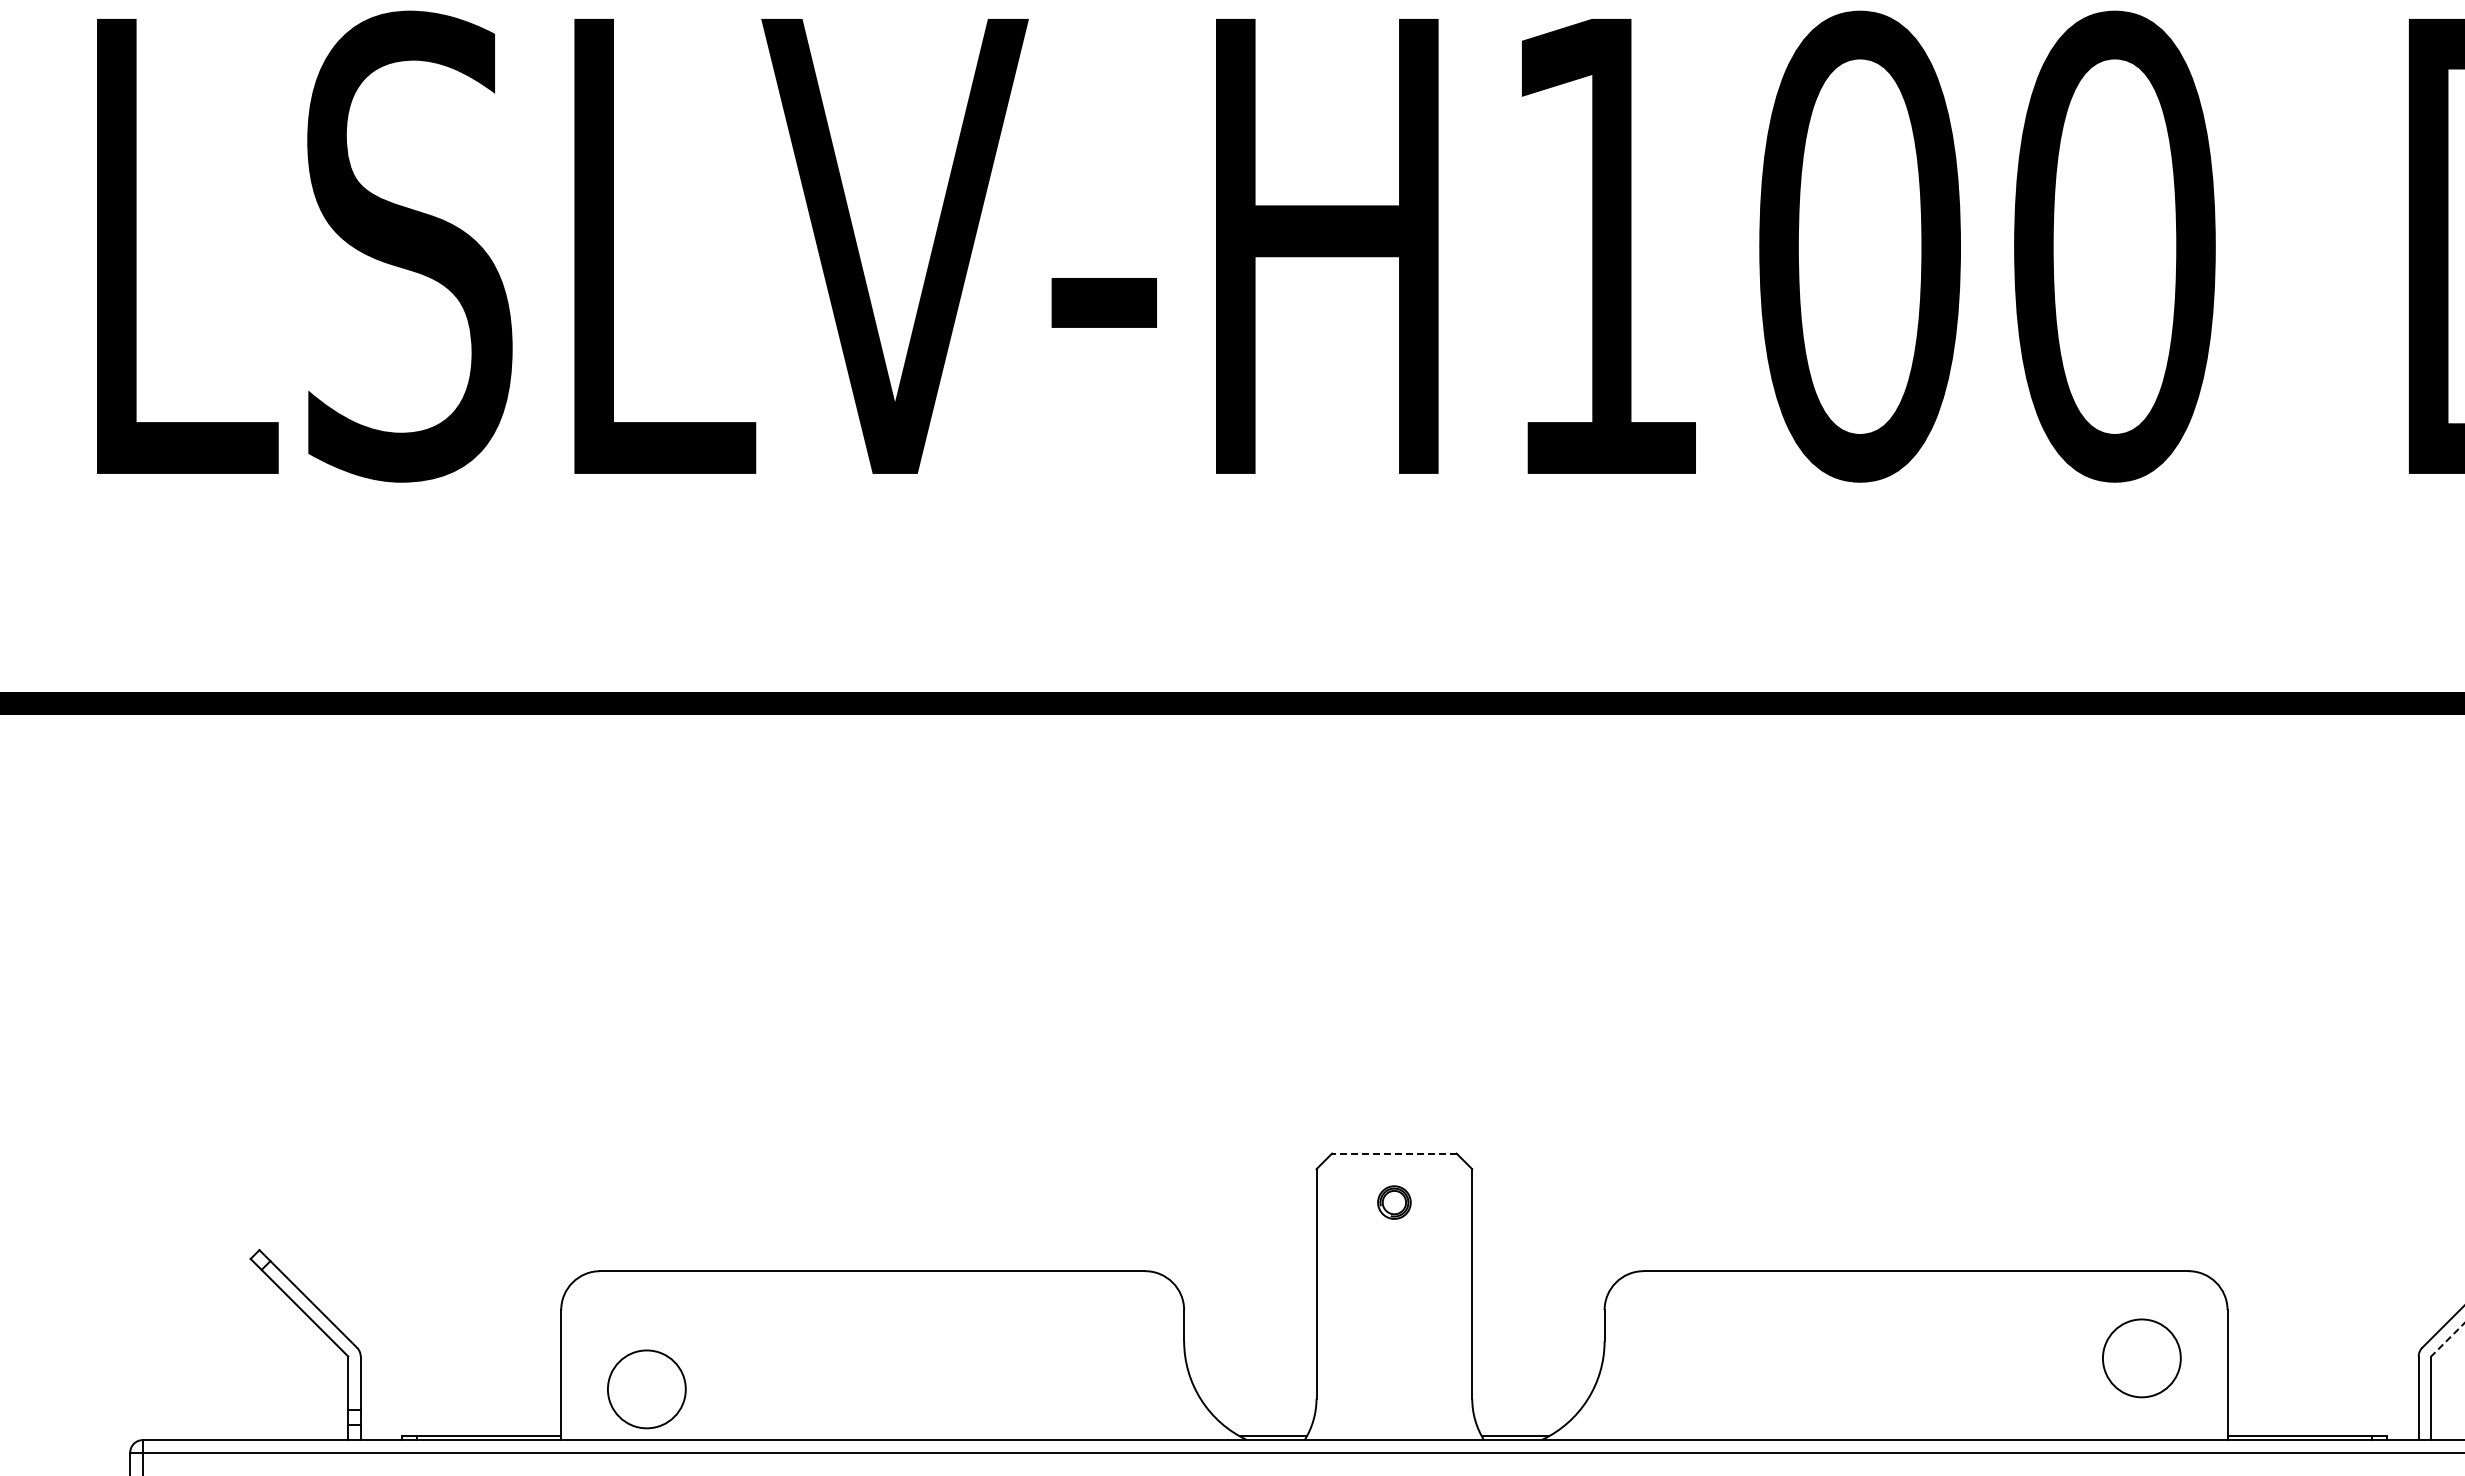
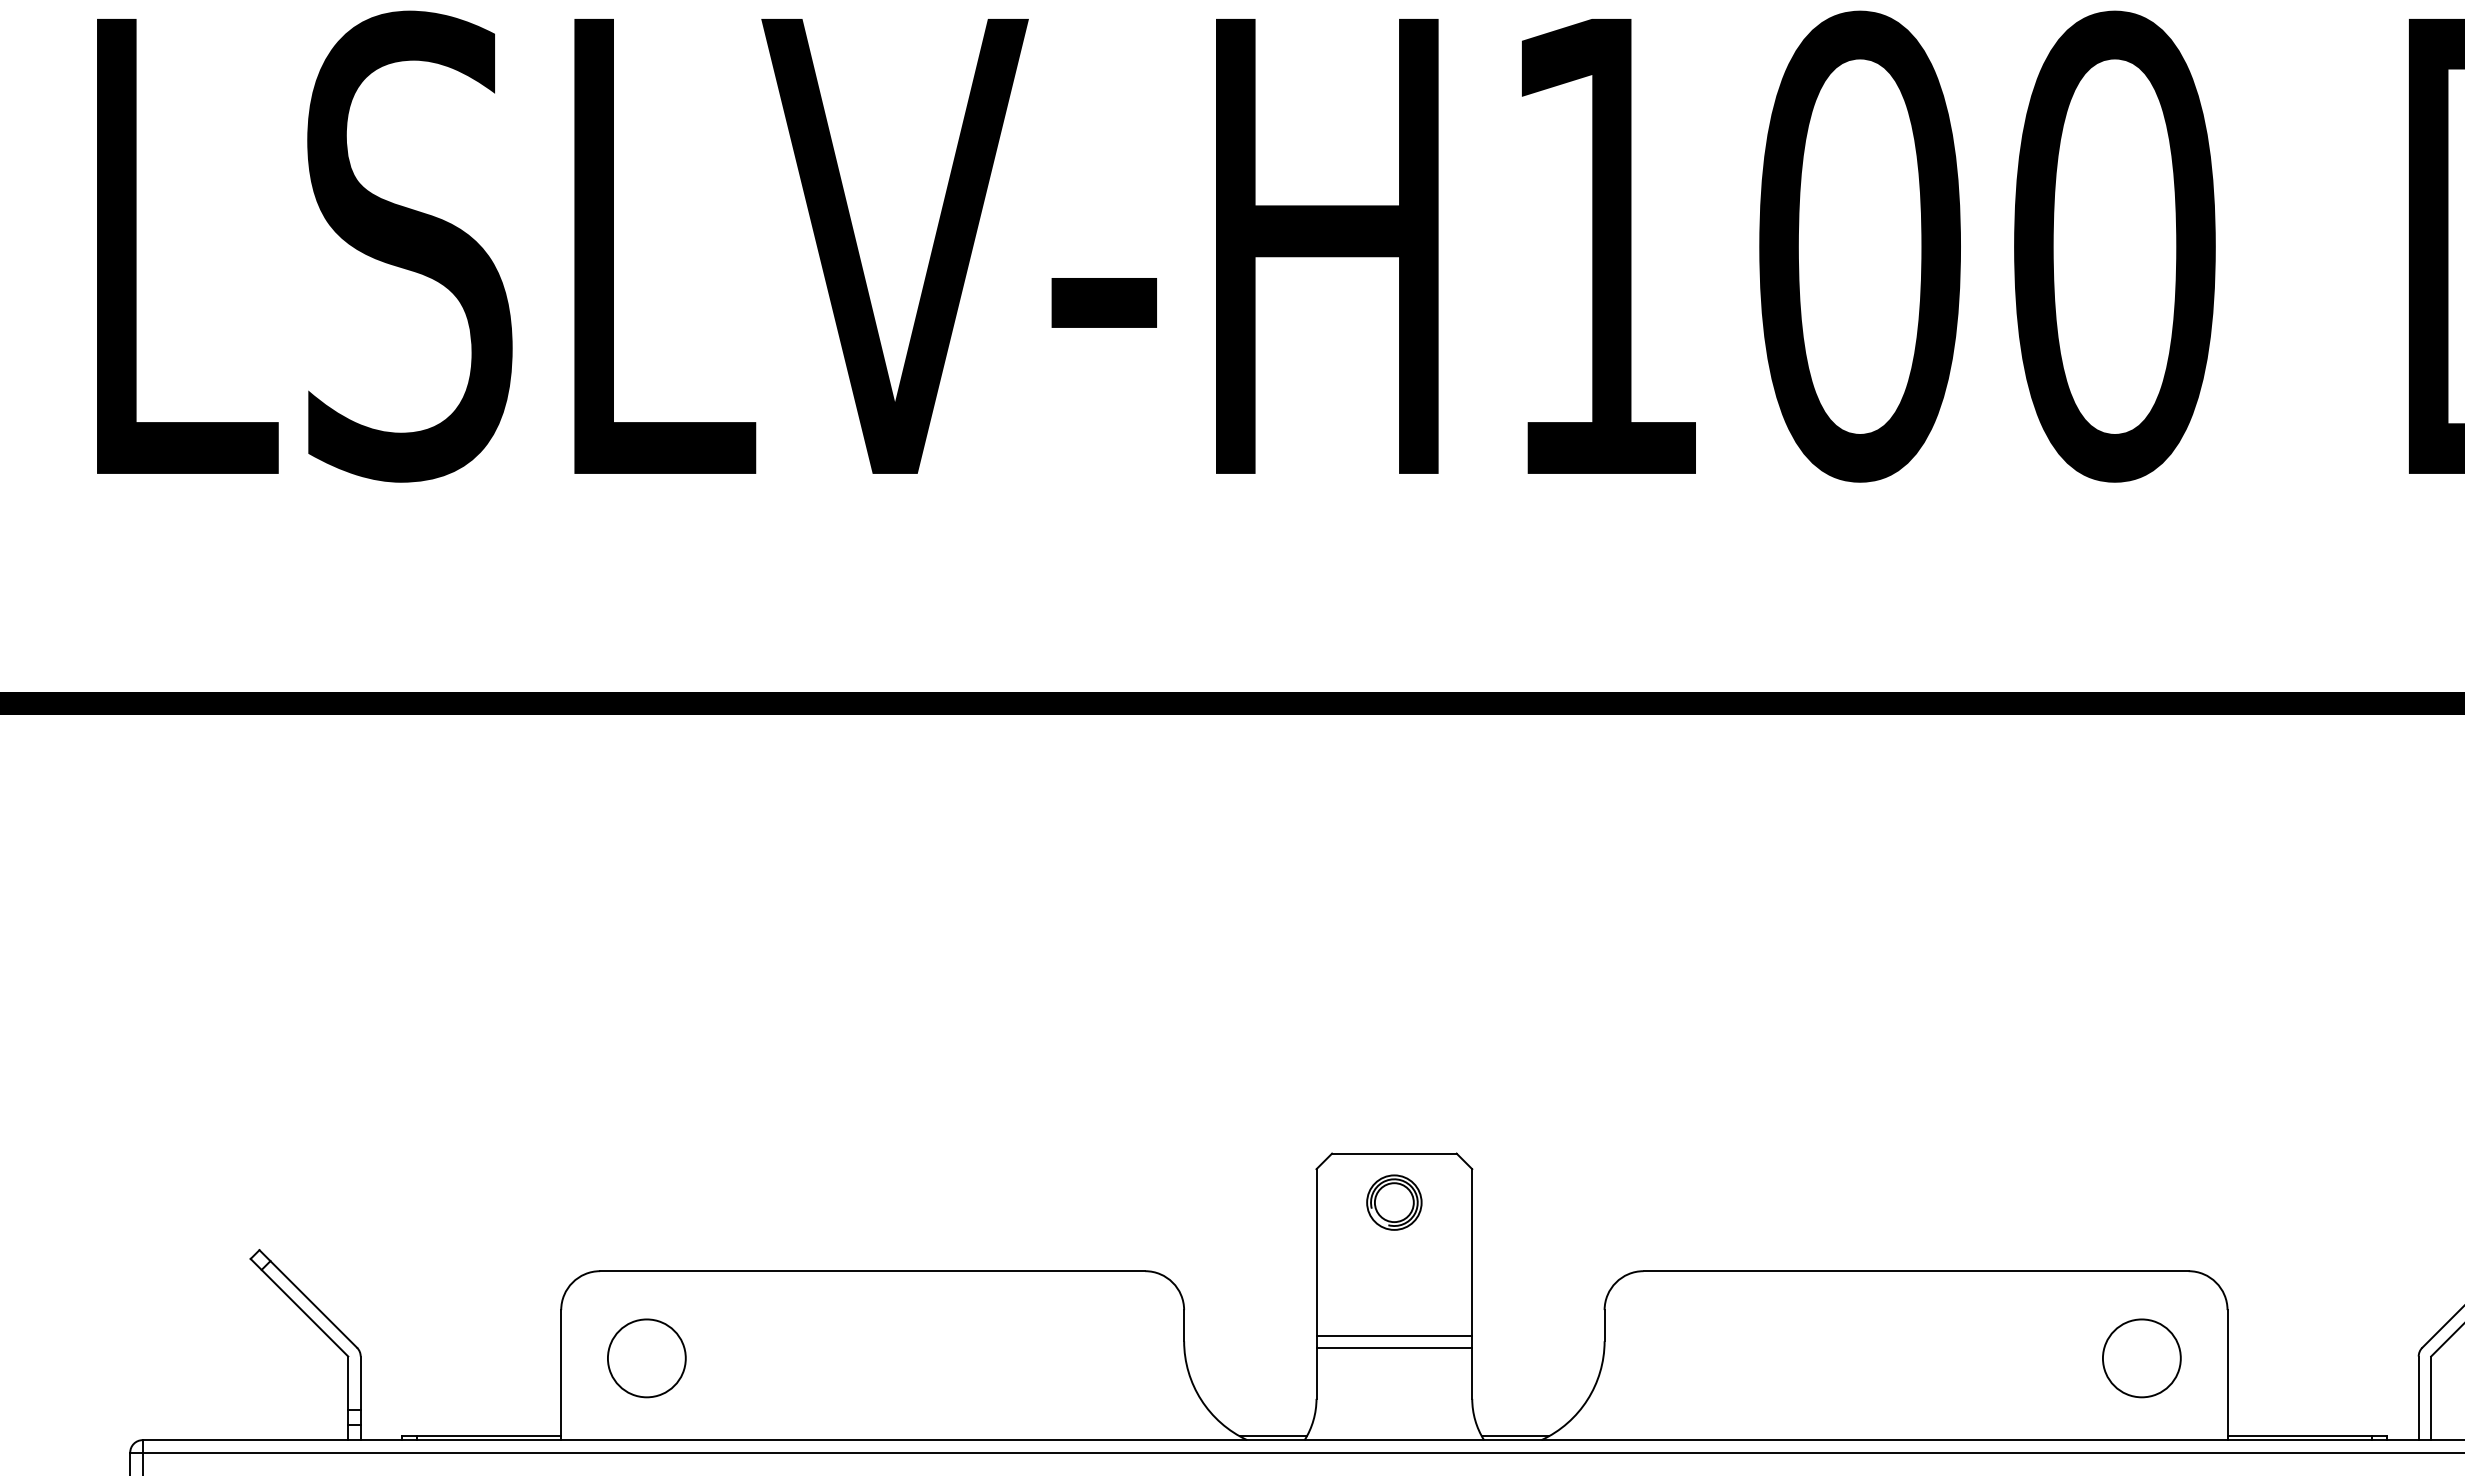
line at (1393, 1153): dashed -> solid
part at (1394, 1202) size: 35x35 px -> 57x57 px
line at (1394, 1335): none -> present
line at (2447, 1340): dashed -> solid
line at (1394, 1348): none -> present
circle at (646, 1389) position: (646, 1389) -> (646, 1358)
